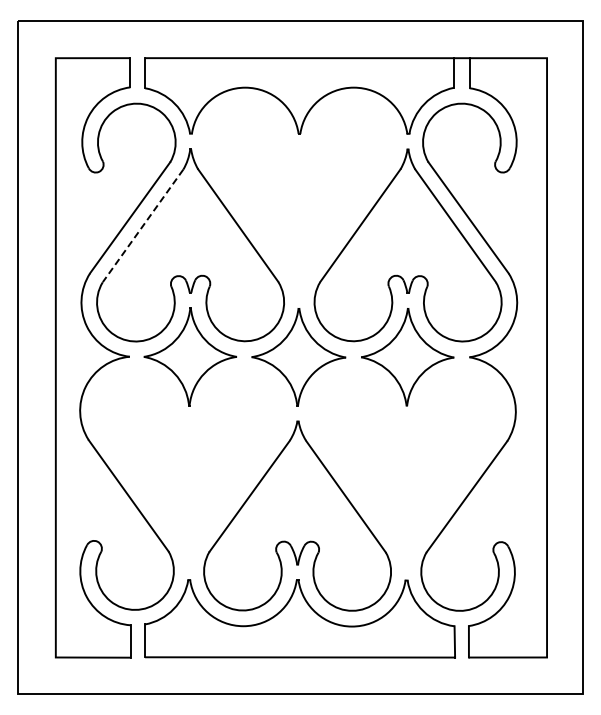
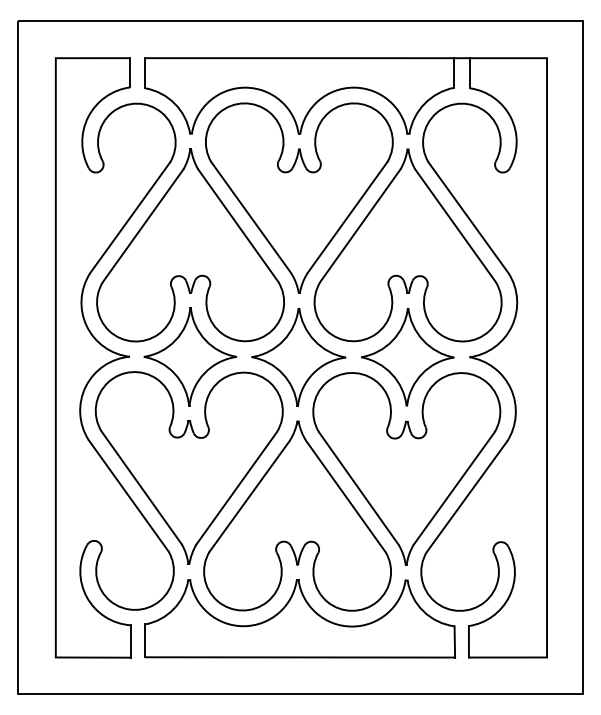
part at (299, 197): none -> present
line at (142, 226): dashed -> solid
part at (188, 467): none -> present
part at (406, 468): none -> present
